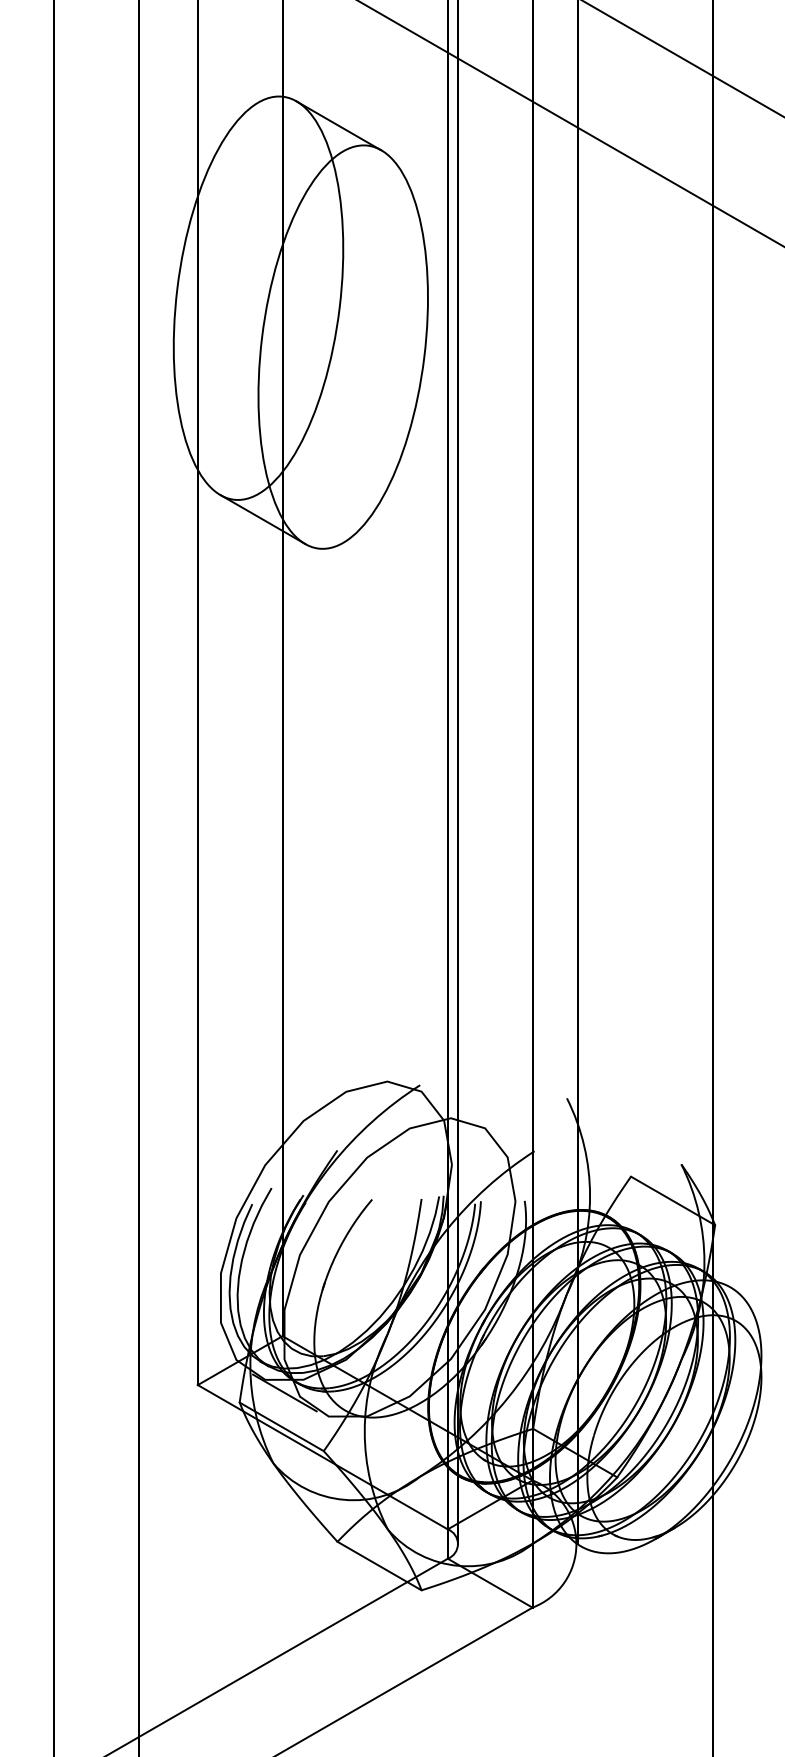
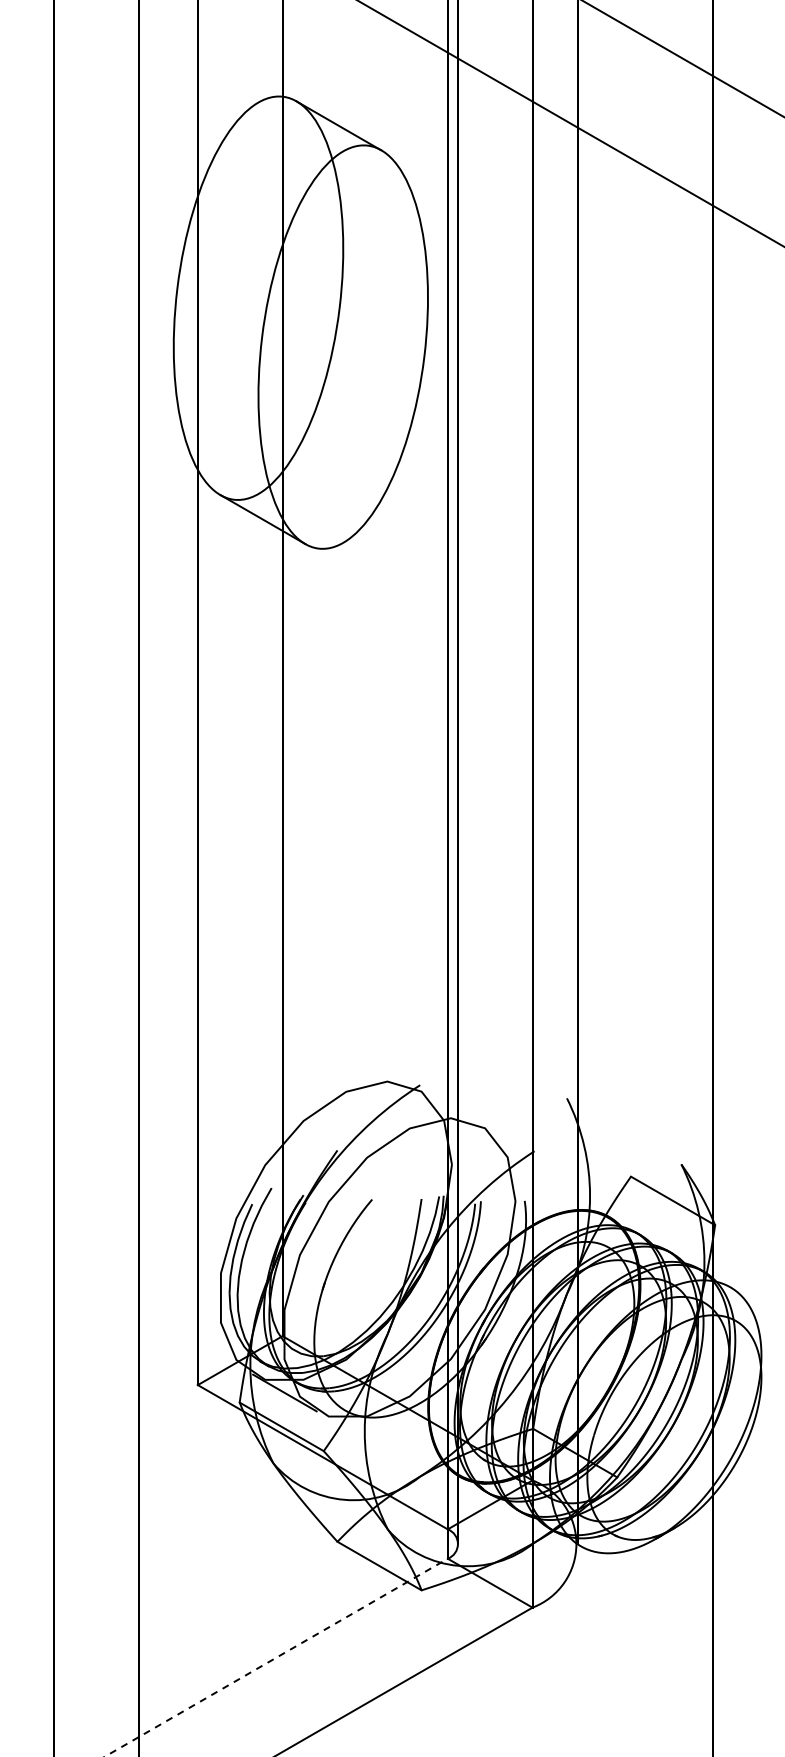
line at (276, 1657): solid -> dashed
